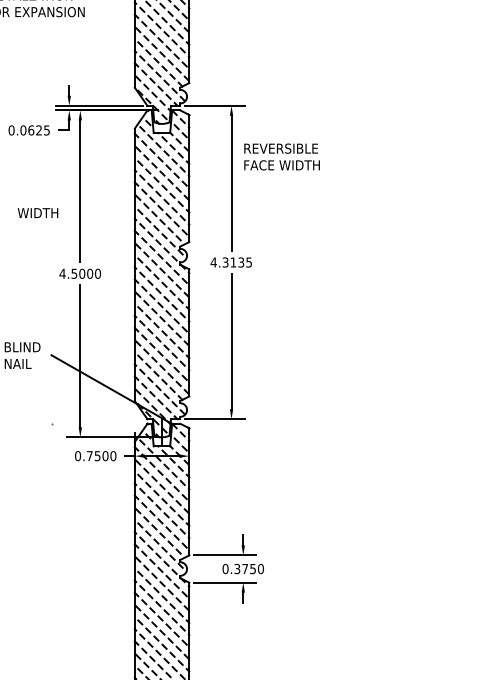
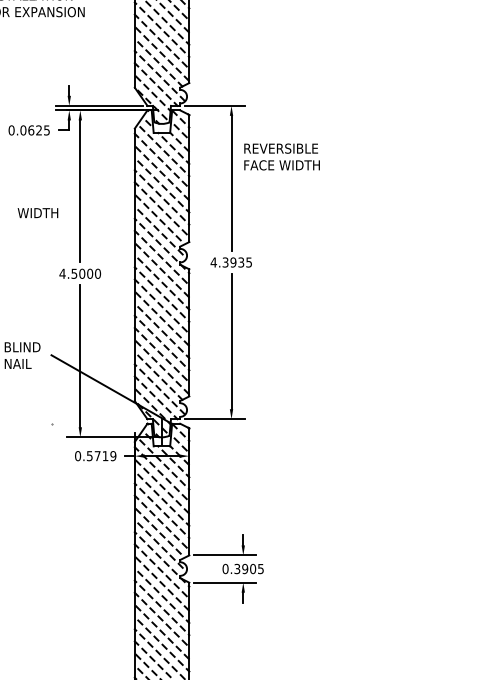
text at (233, 262): 4.3135 -> 4.3935
text at (101, 456): 0.7500 -> 0.5719
text at (252, 568): 0.3750 -> 0.3905
